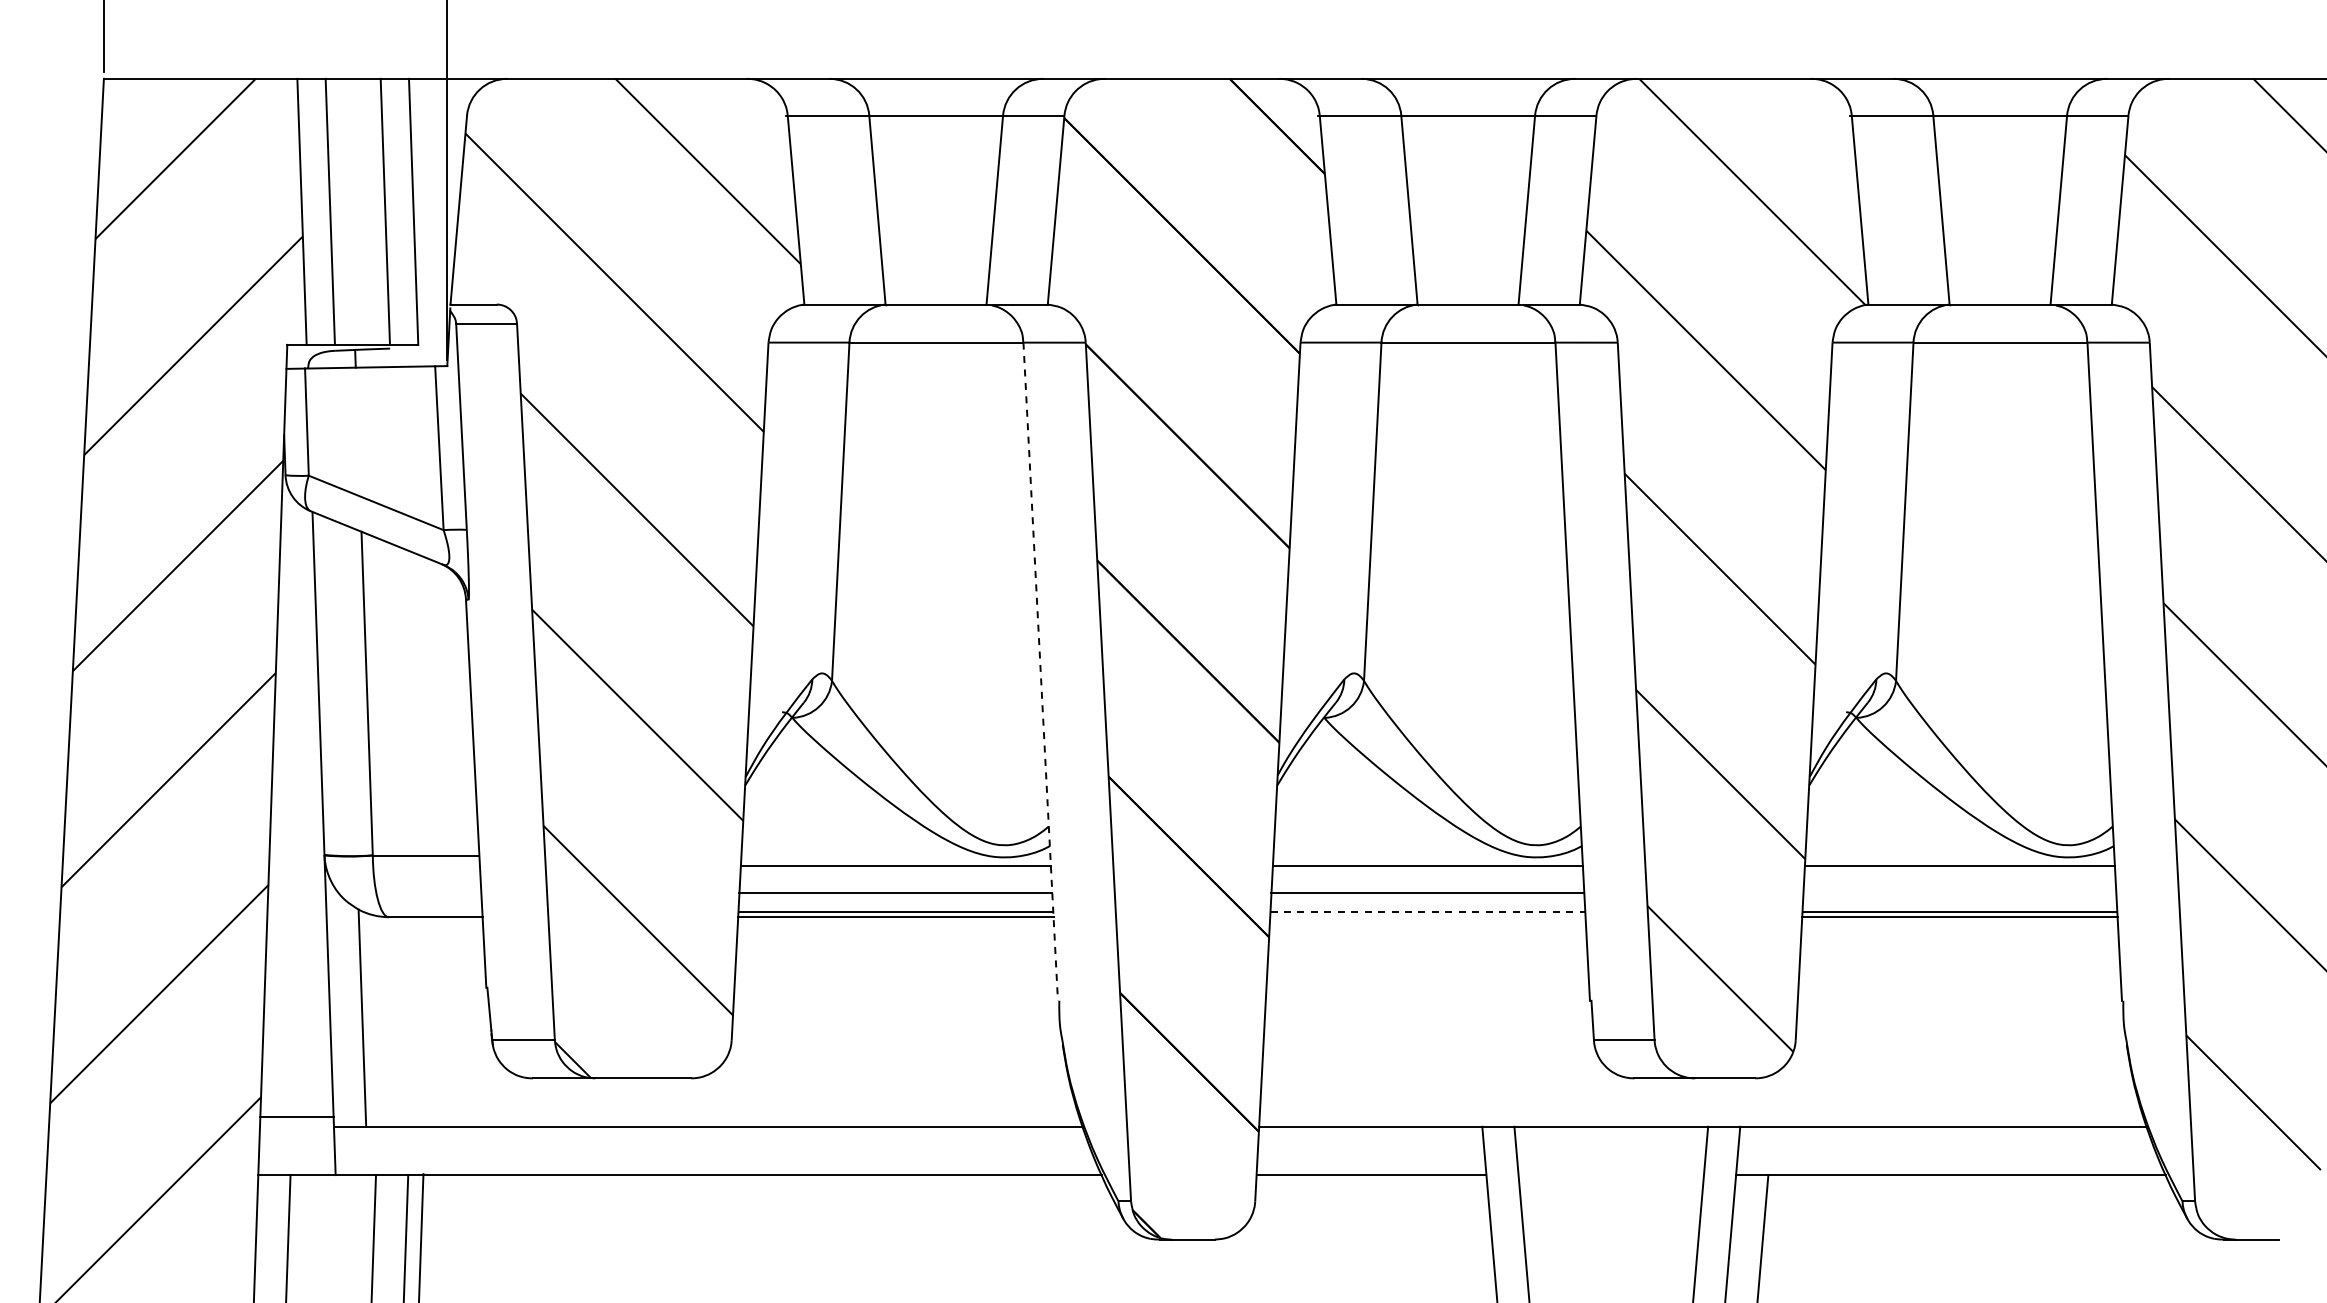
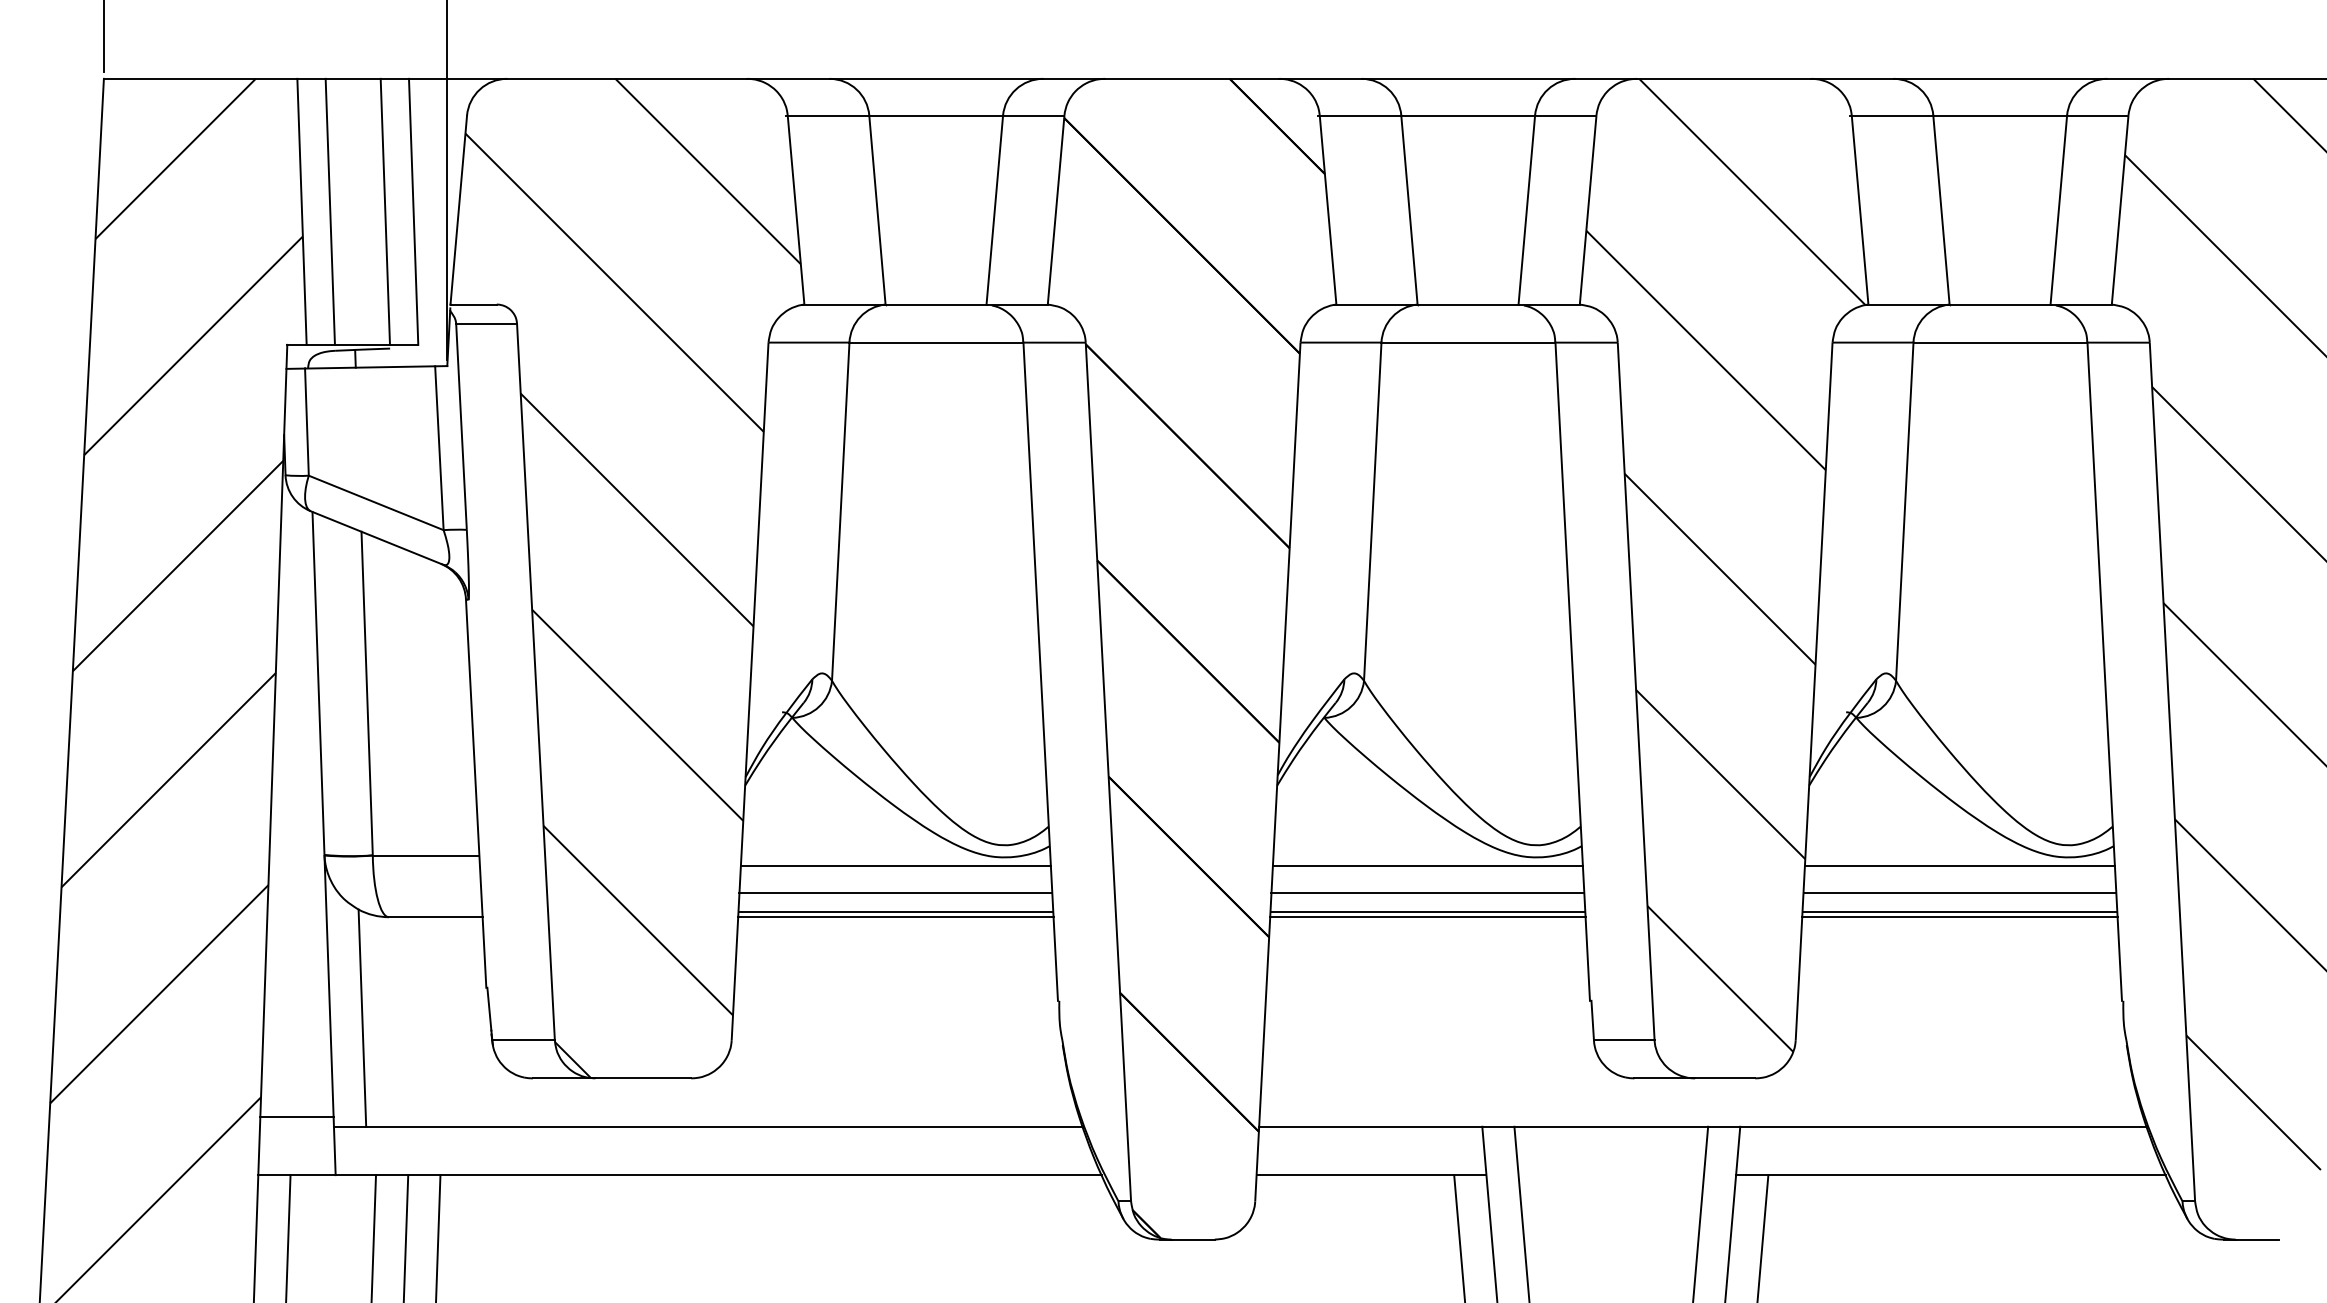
line at (1040, 671): dashed -> solid
line at (1959, 893): none -> present
line at (1428, 911): dashed -> solid
line at (1427, 917): none -> present
line at (421, 1236) position: (421, 1236) -> (438, 1237)
line at (1459, 1237): none -> present
